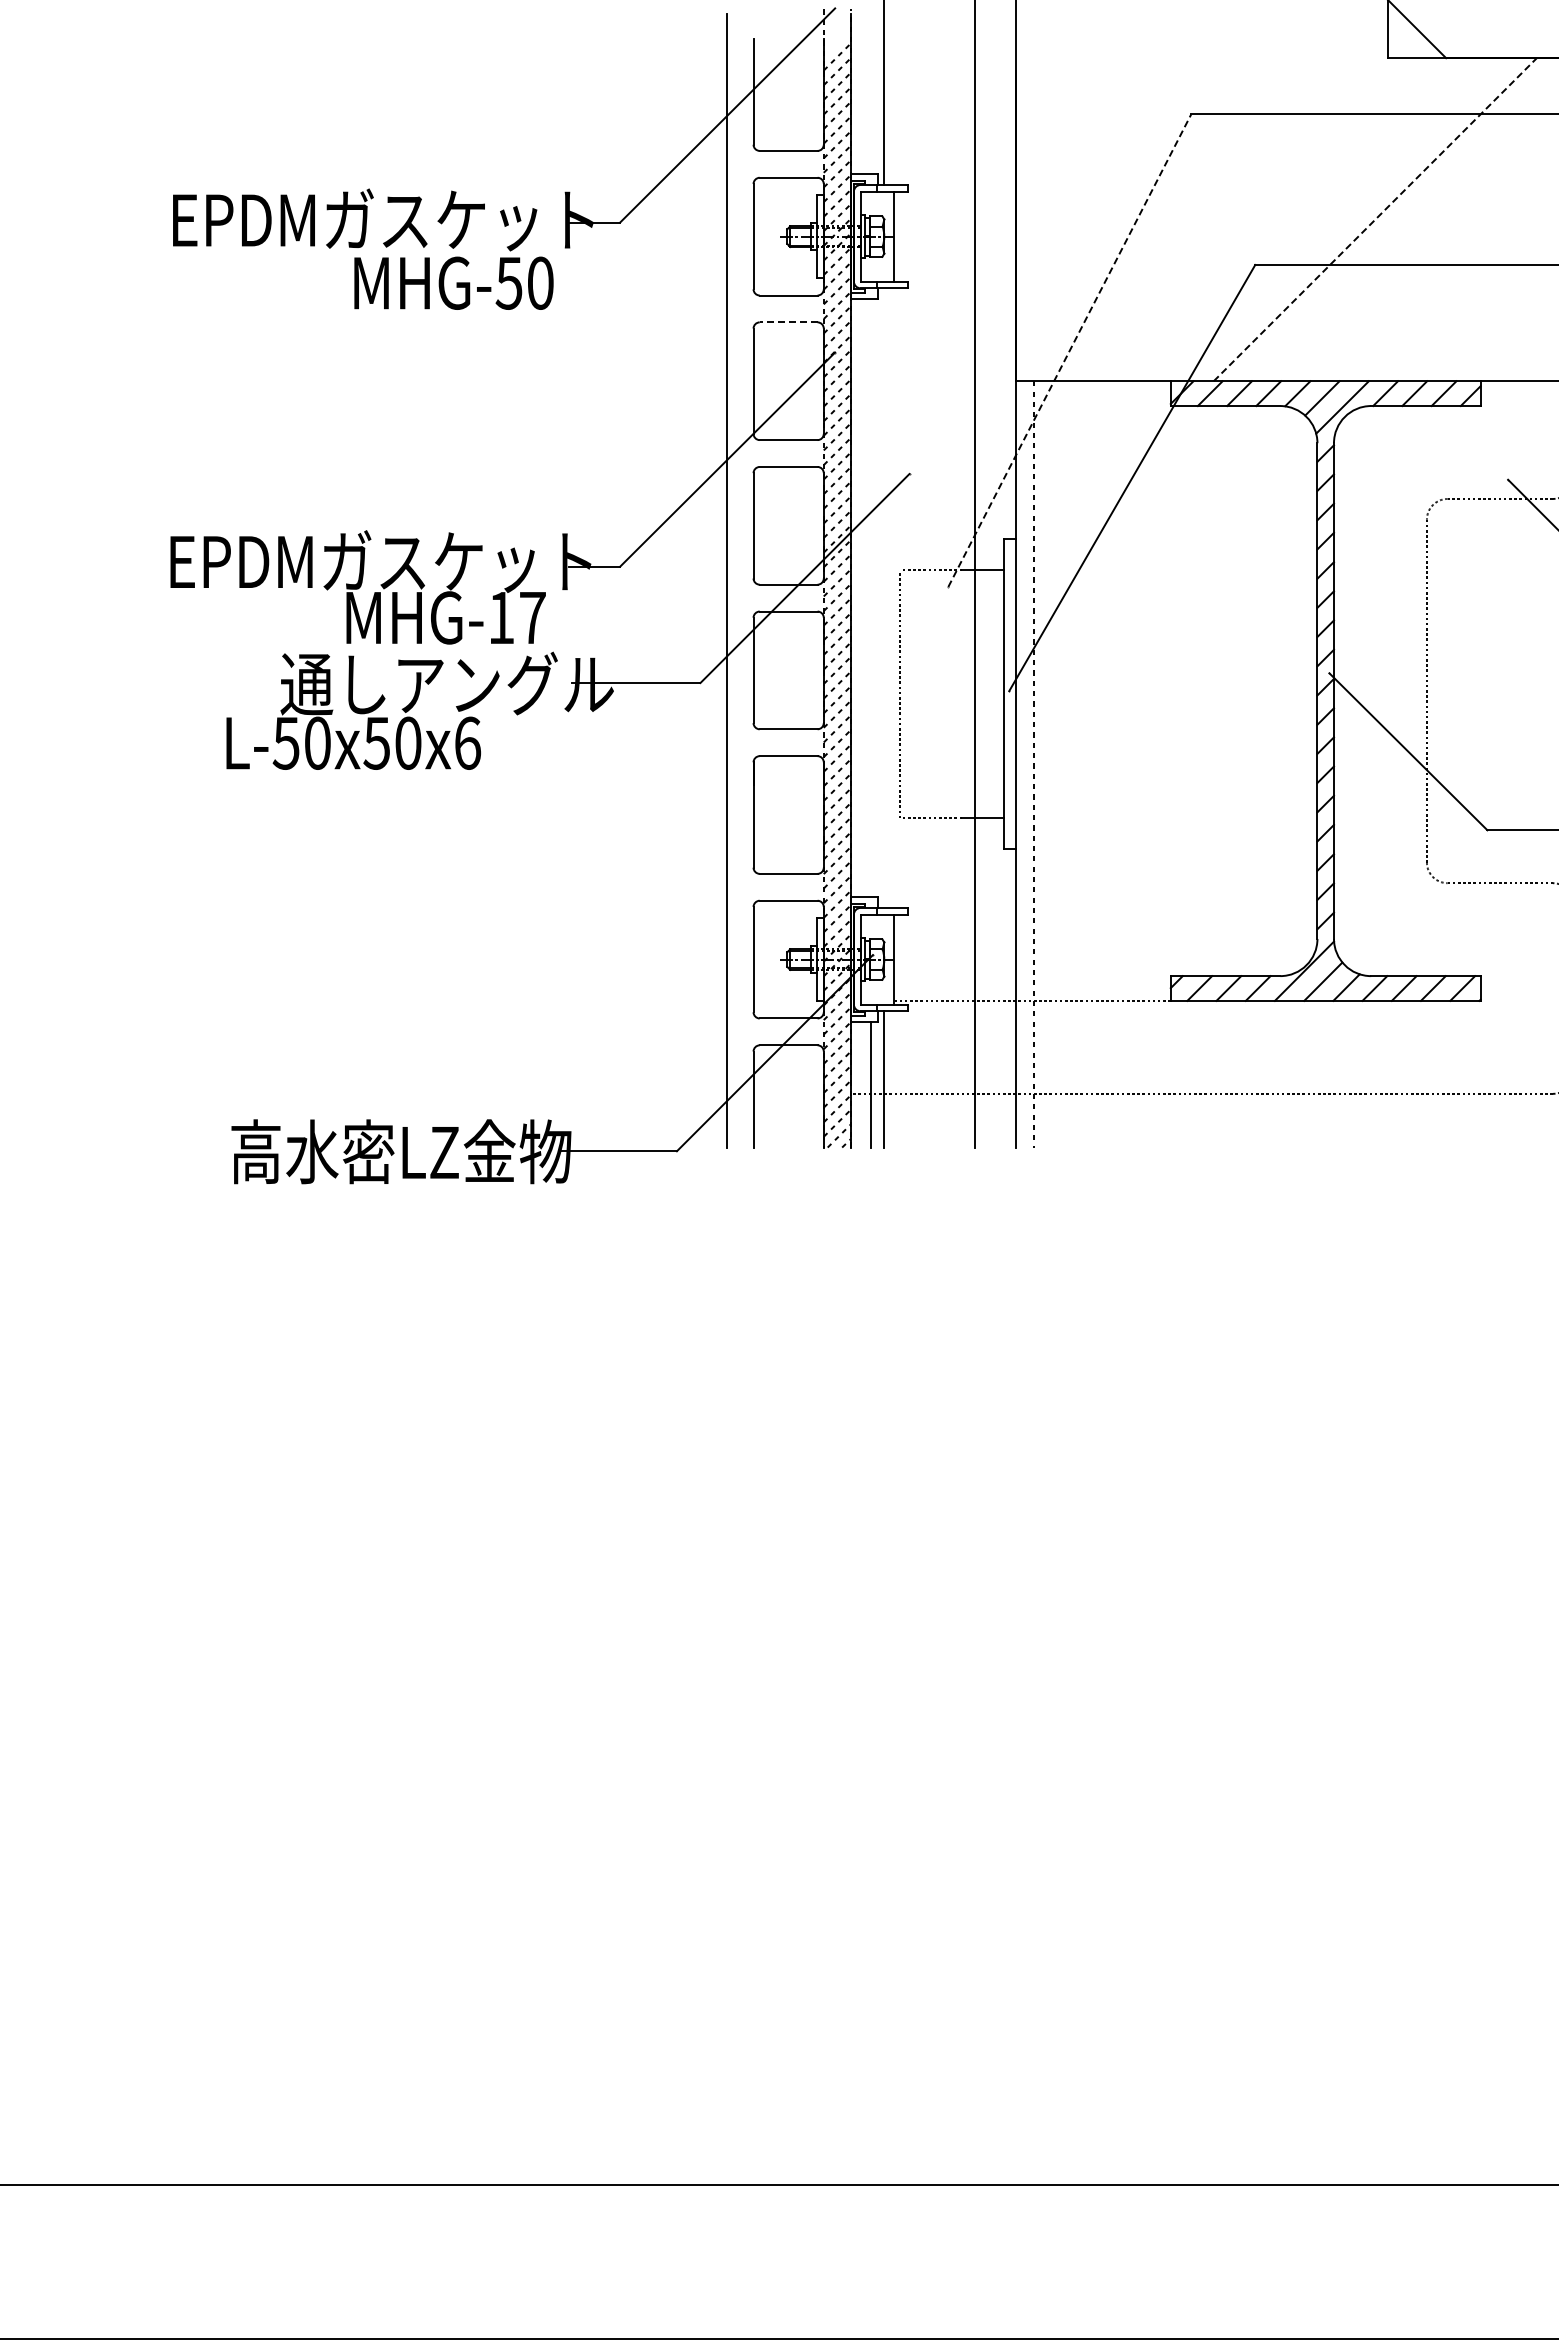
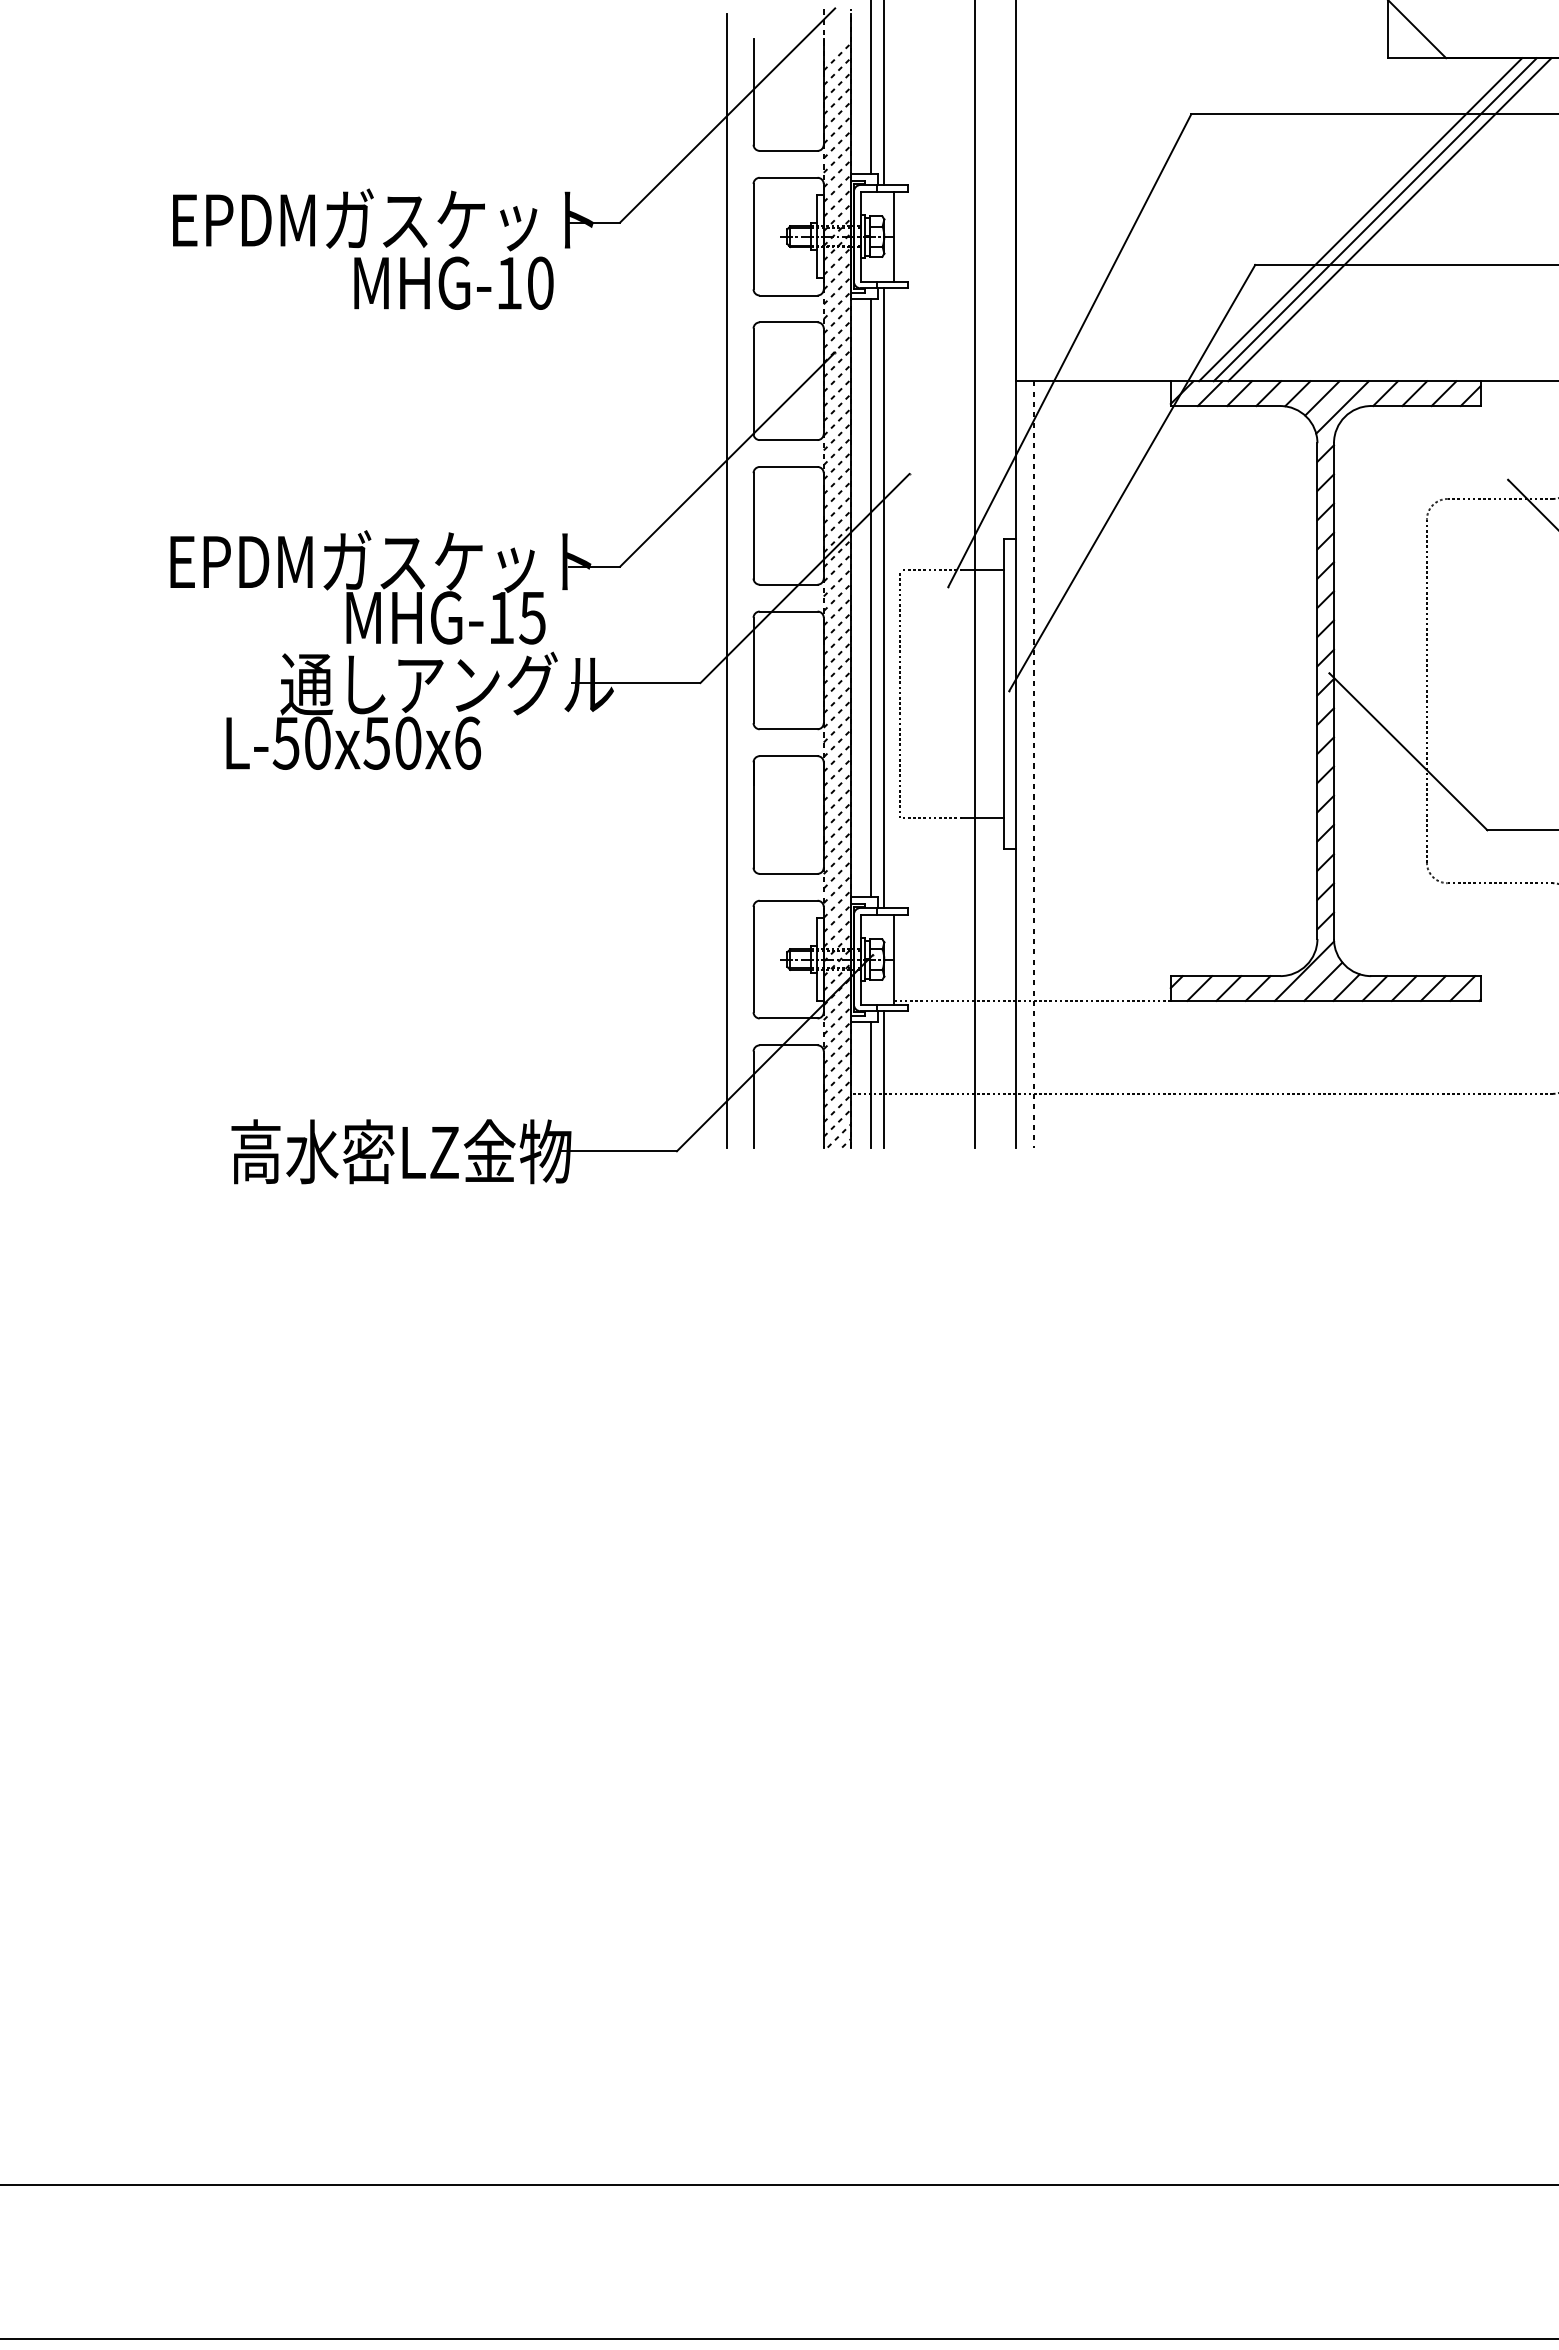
line at (871, 88): none -> present
line at (1360, 219): none -> present
line at (1375, 219): dashed -> solid
line at (1389, 219): none -> present
text at (508, 283): MHG-50 -> MHG-10
line at (788, 322): dashed -> solid
line at (1069, 350): dashed -> solid
line at (883, 597): none -> present
line at (871, 598): none -> present
text at (532, 618): MHG-17 -> MHG-15
